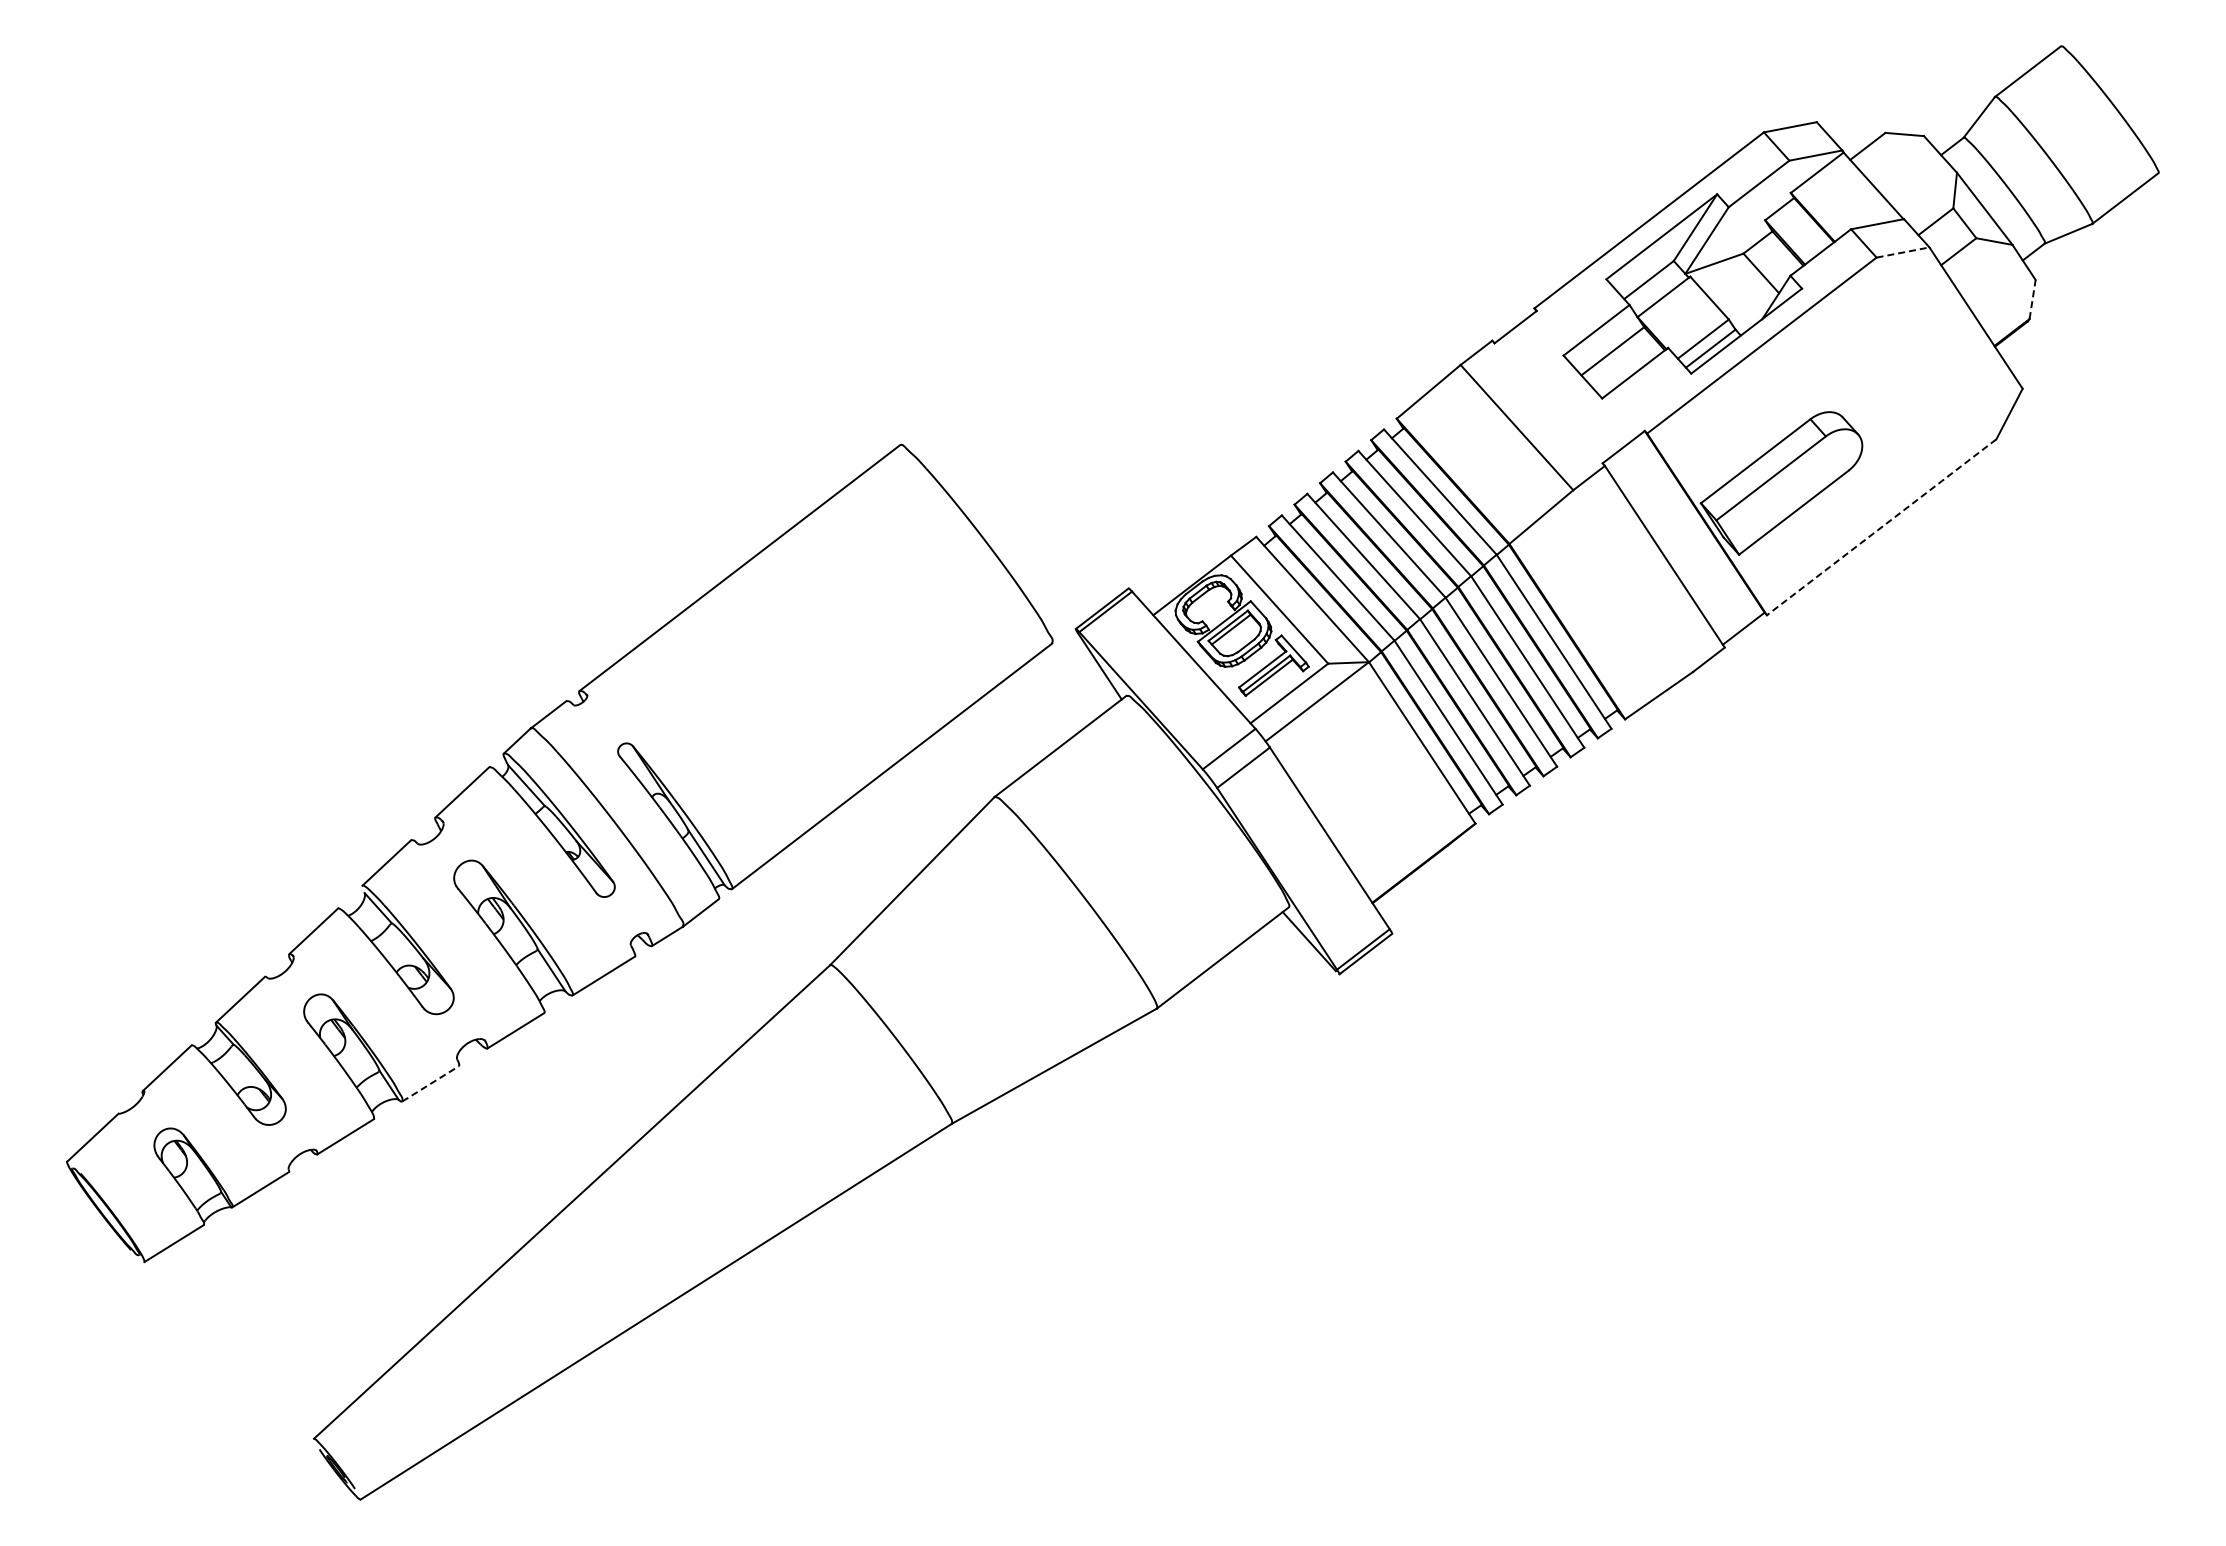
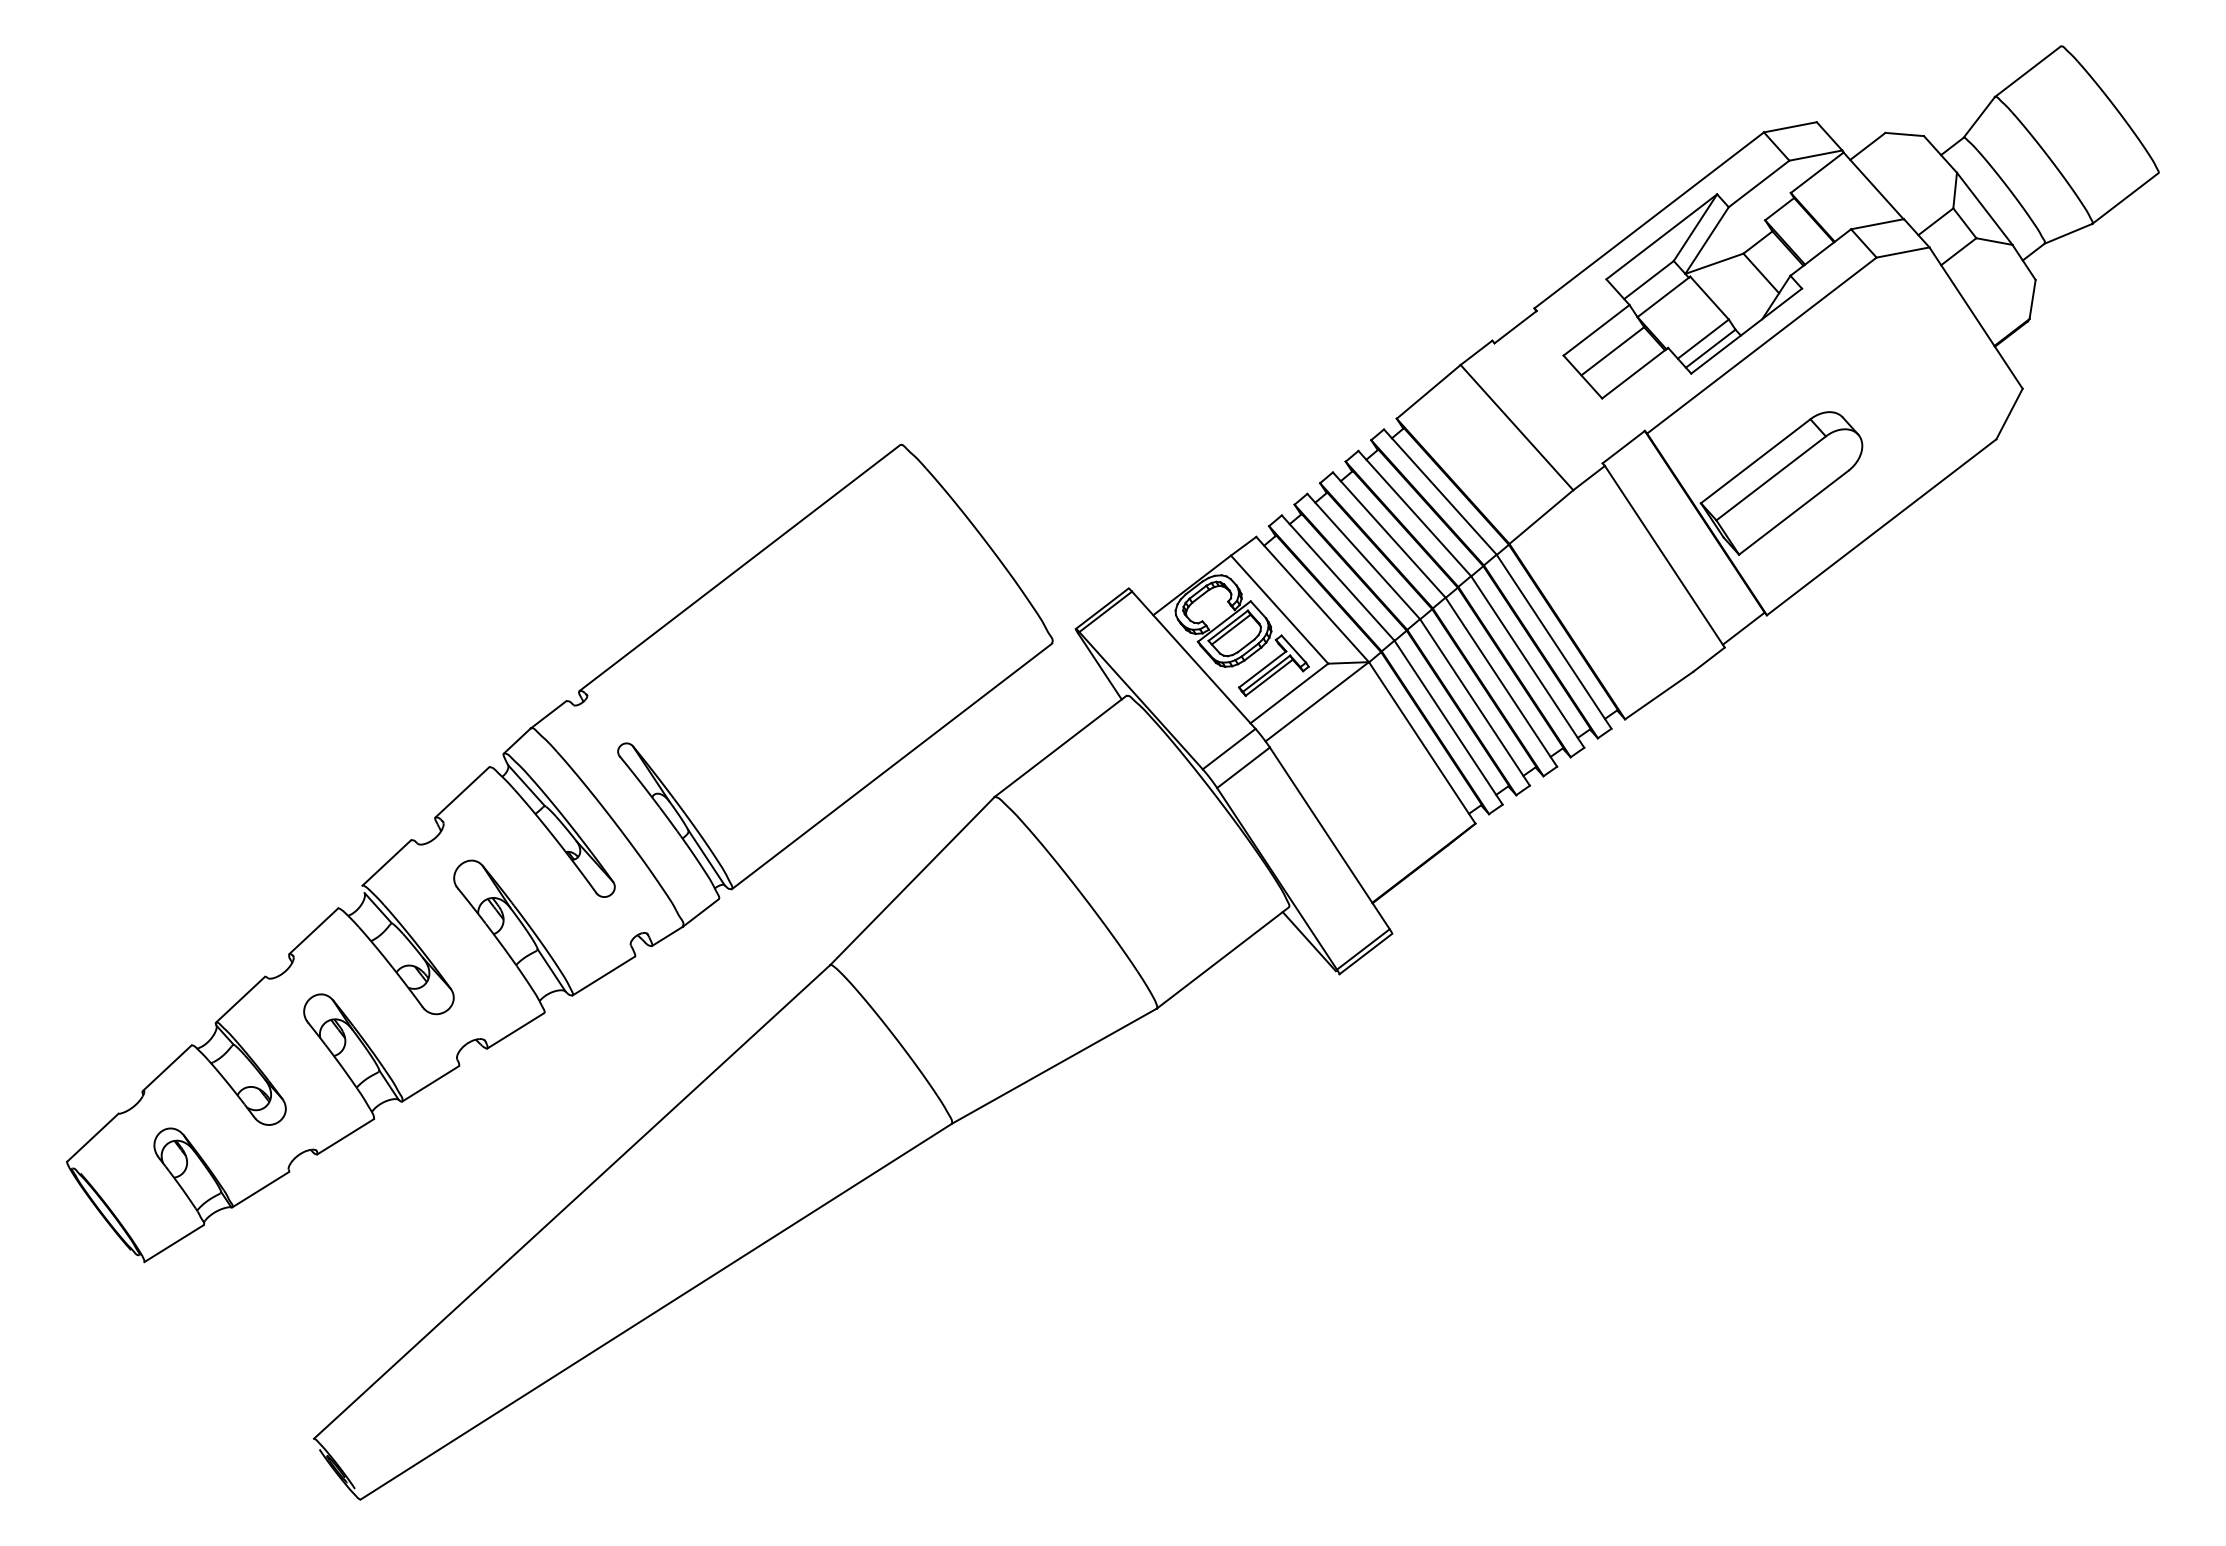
line at (1903, 252): dashed -> solid
line at (2032, 299): dashed -> solid
line at (1881, 527): dashed -> solid
line at (431, 1083): dashed -> solid
